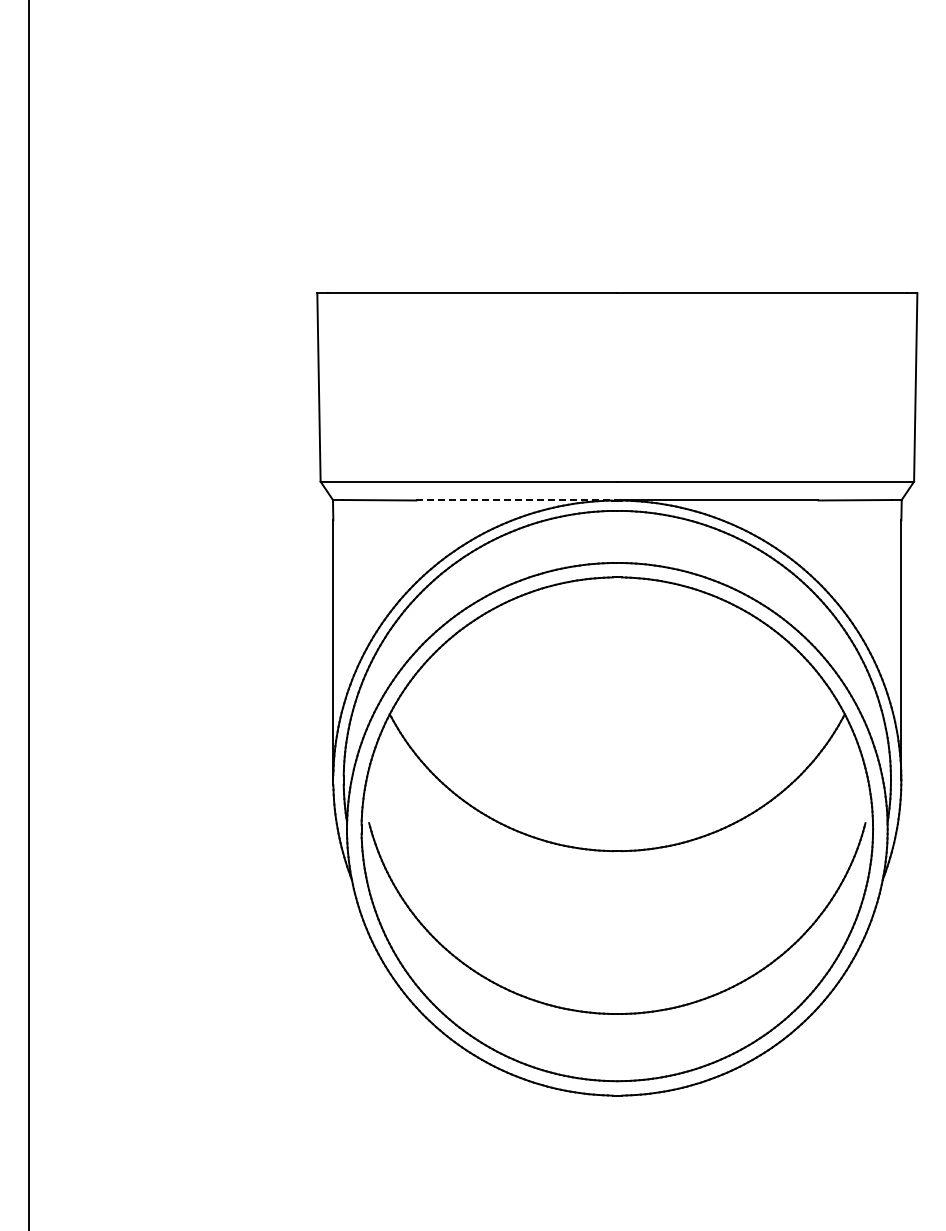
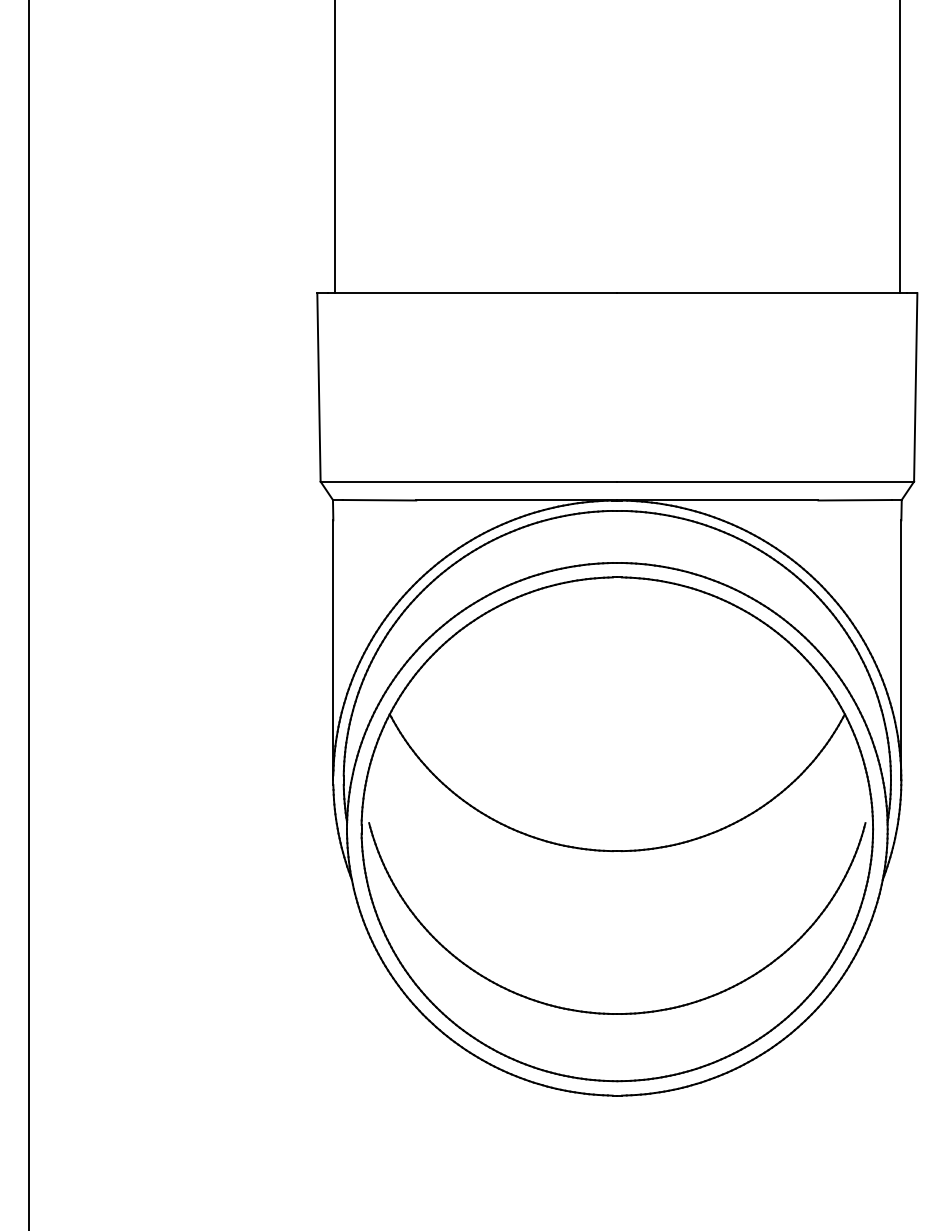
line at (334, 147): none -> present
line at (899, 147): none -> present
line at (516, 500): dashed -> solid
